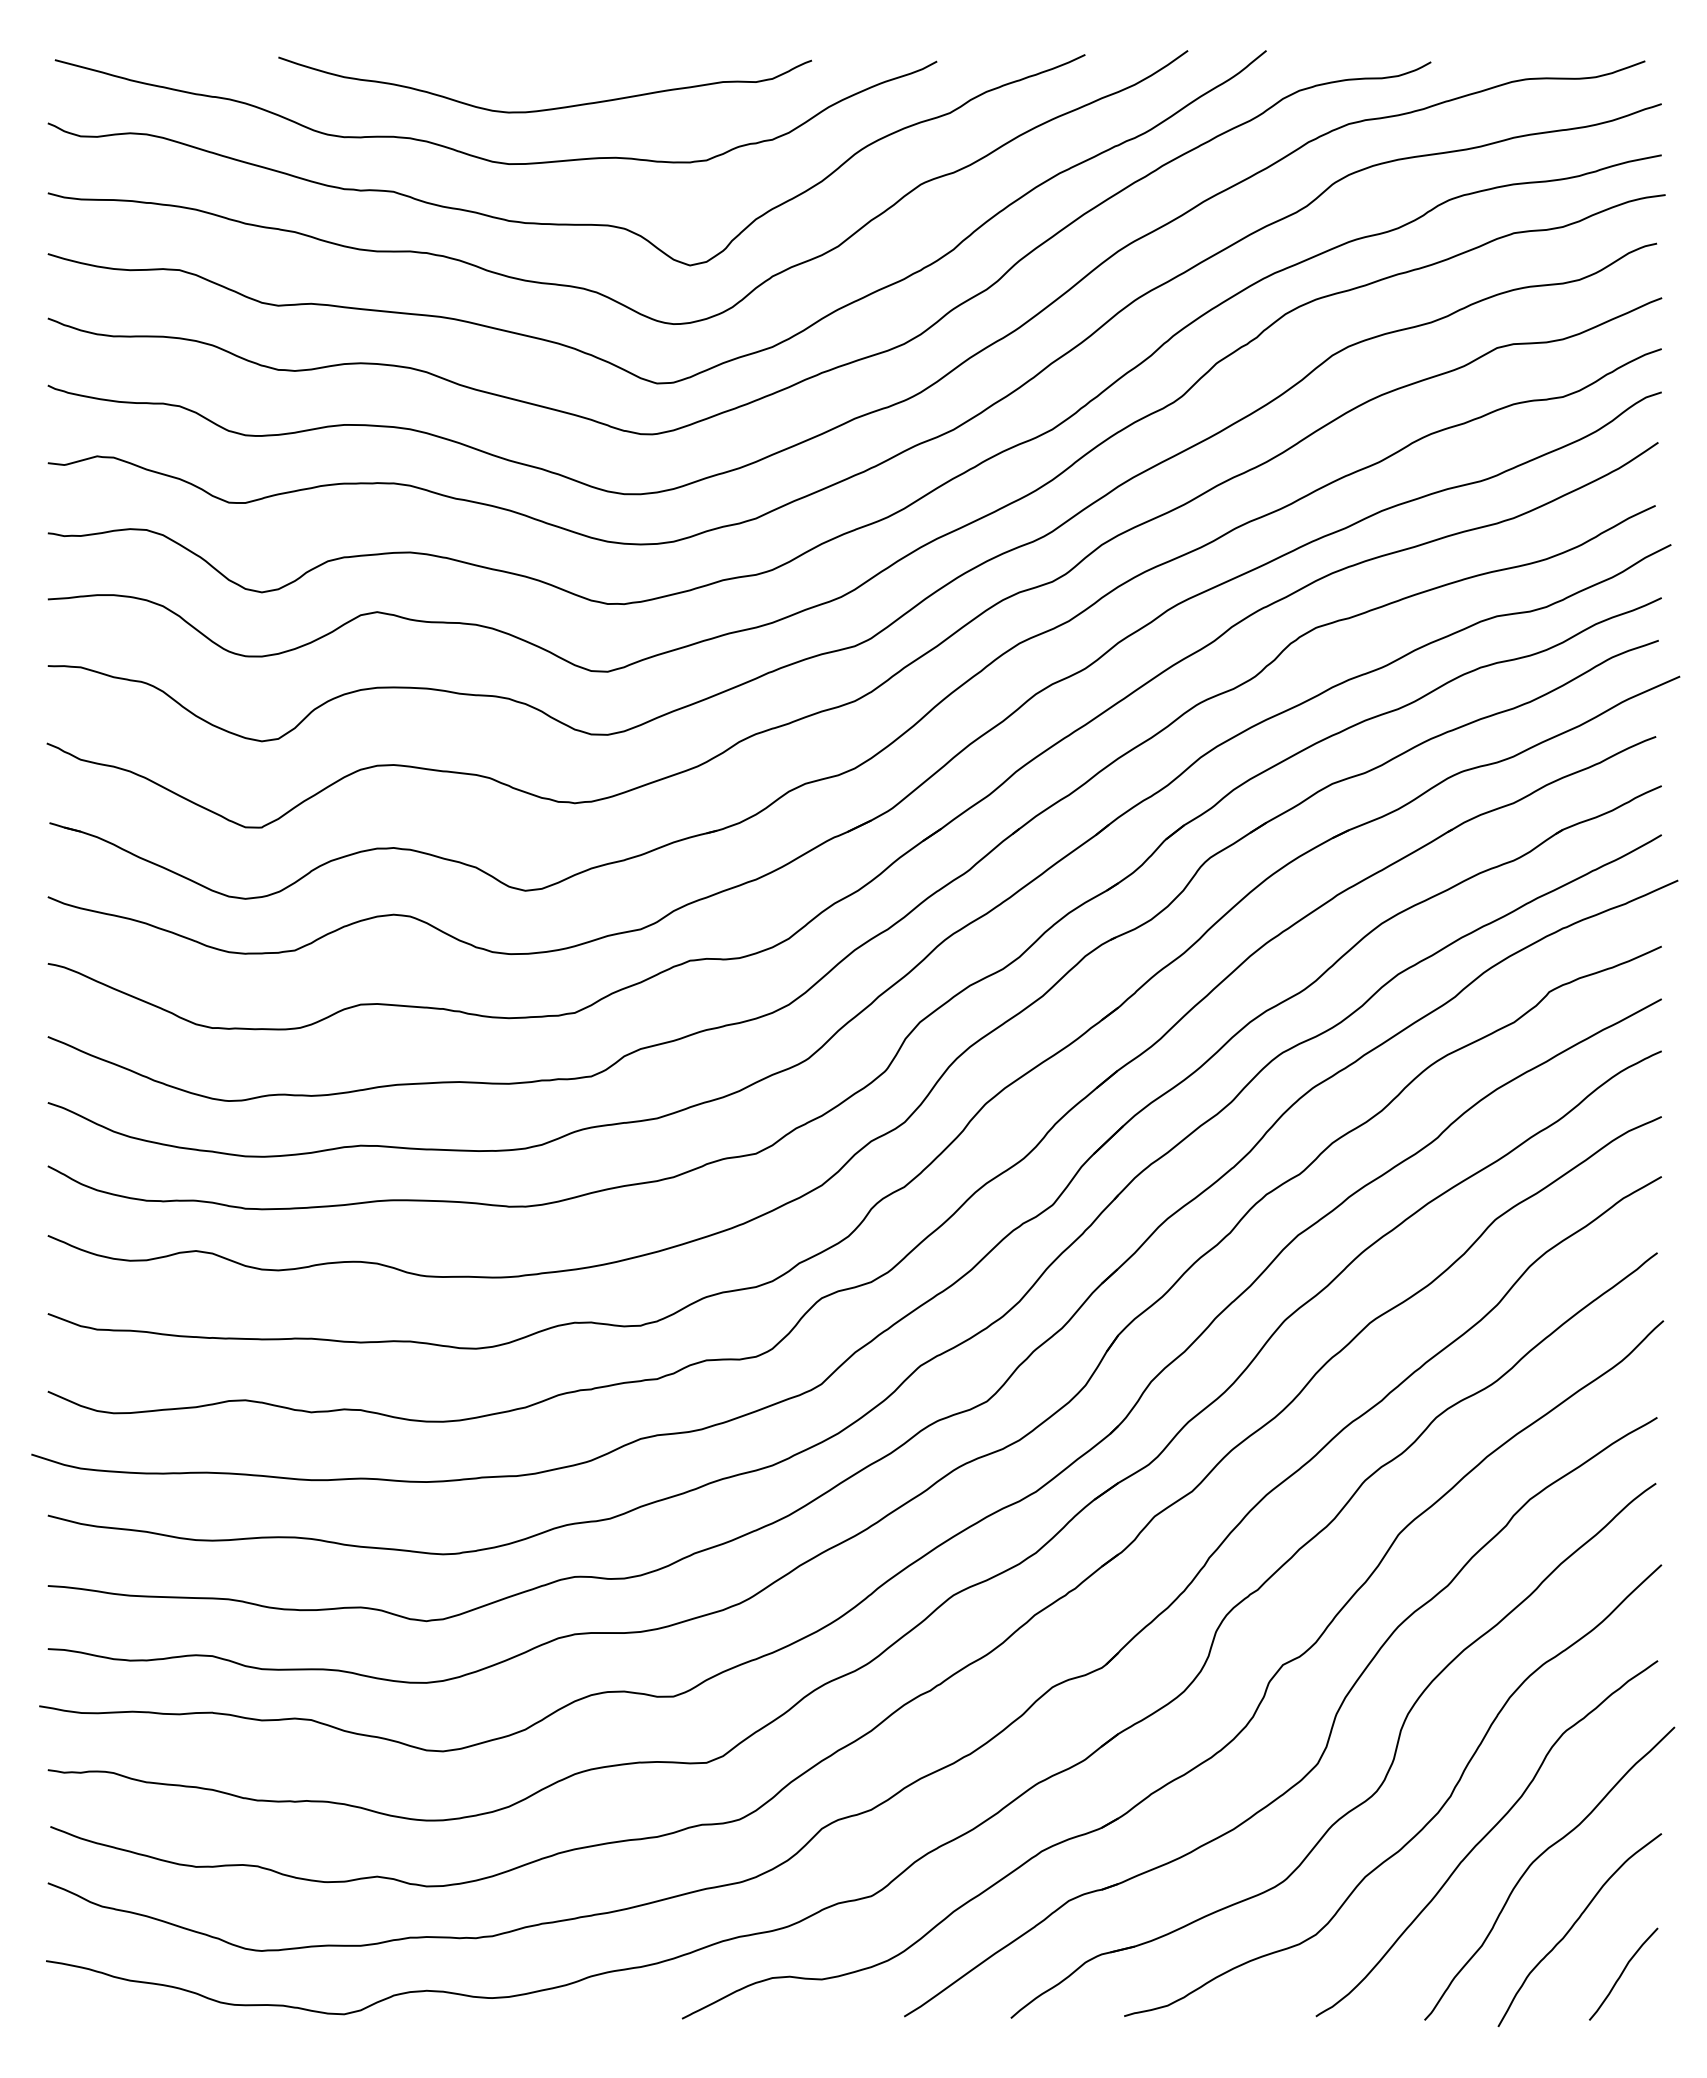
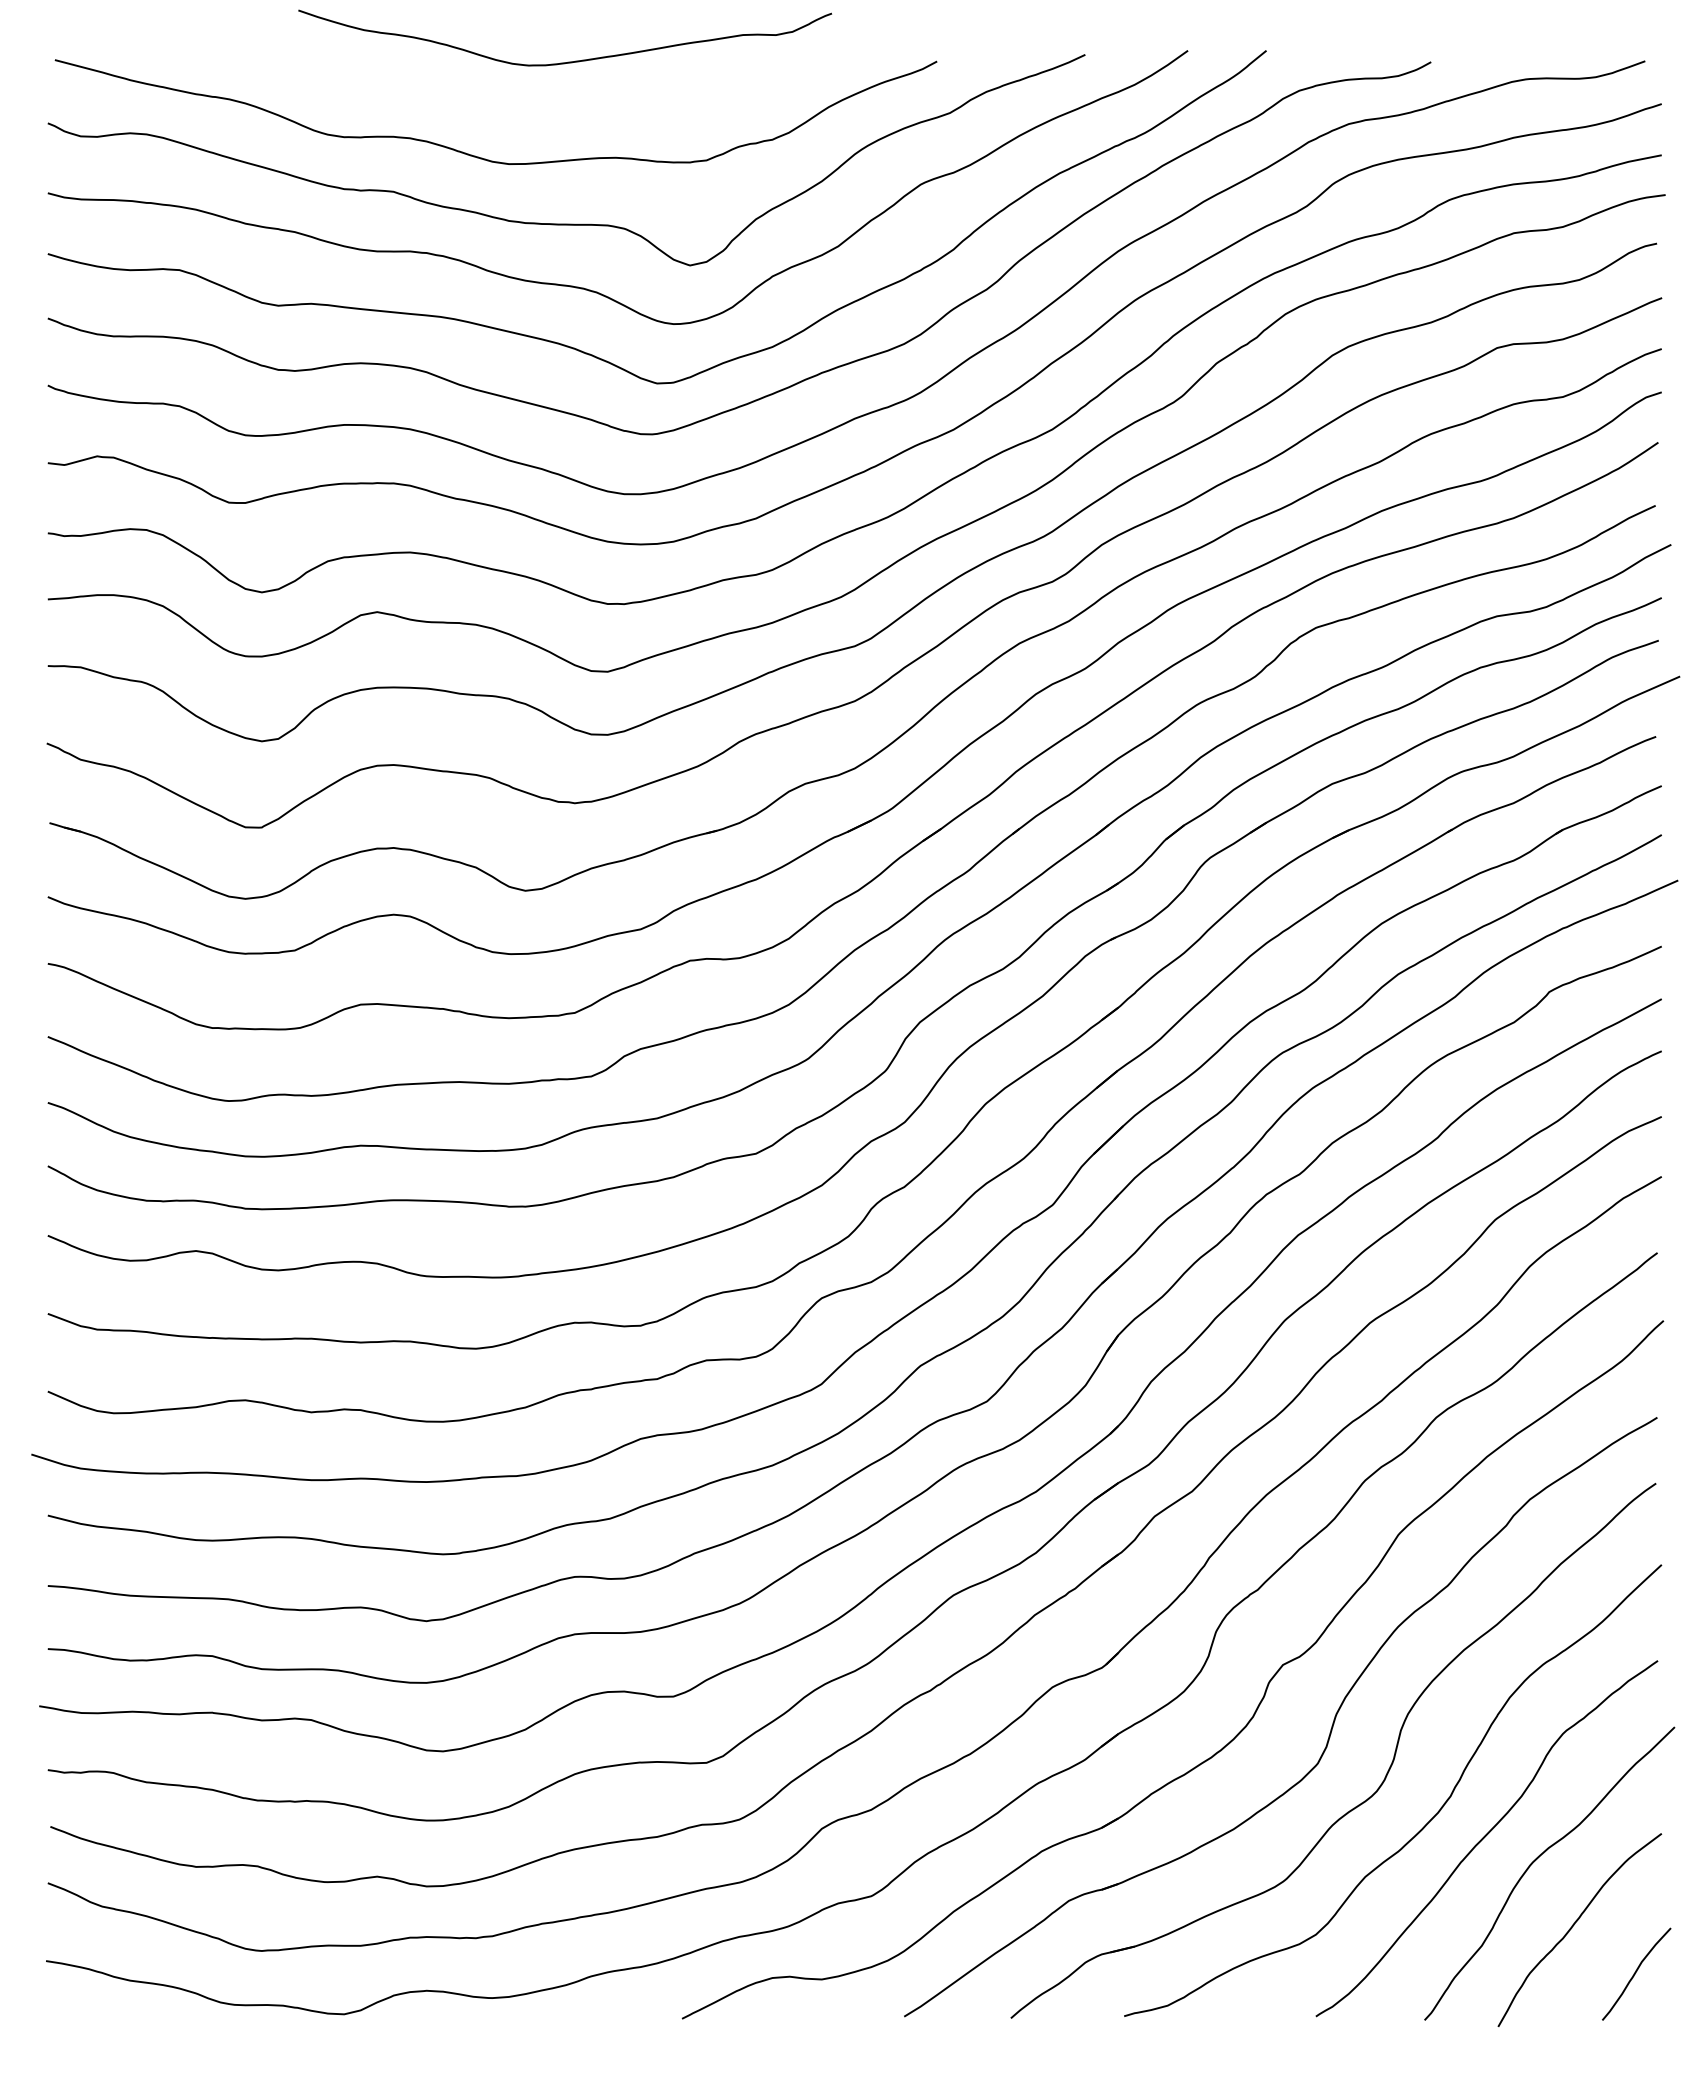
curve at (548, 108) position: (548, 108) -> (568, 61)
curve at (1623, 1972) position: (1623, 1972) -> (1636, 1972)
